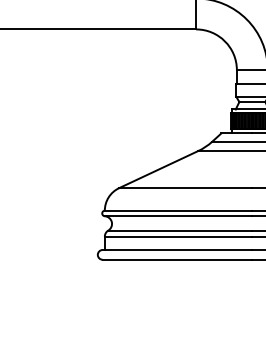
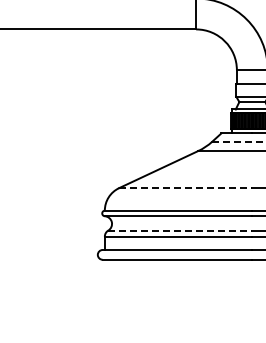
line at (238, 141): solid -> dashed
line at (185, 188): solid -> dashed
line at (180, 230): solid -> dashed
